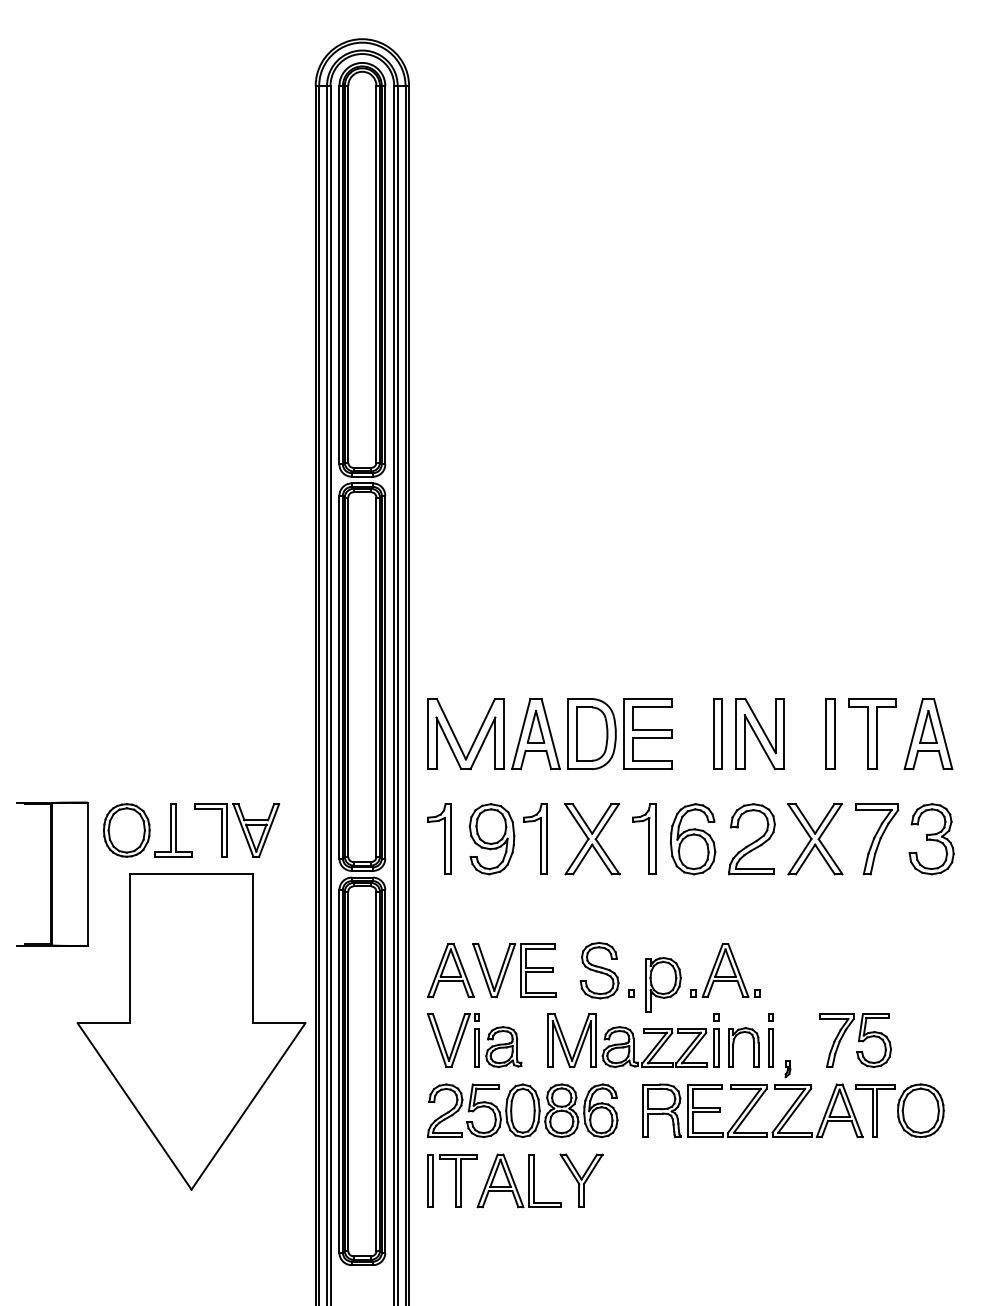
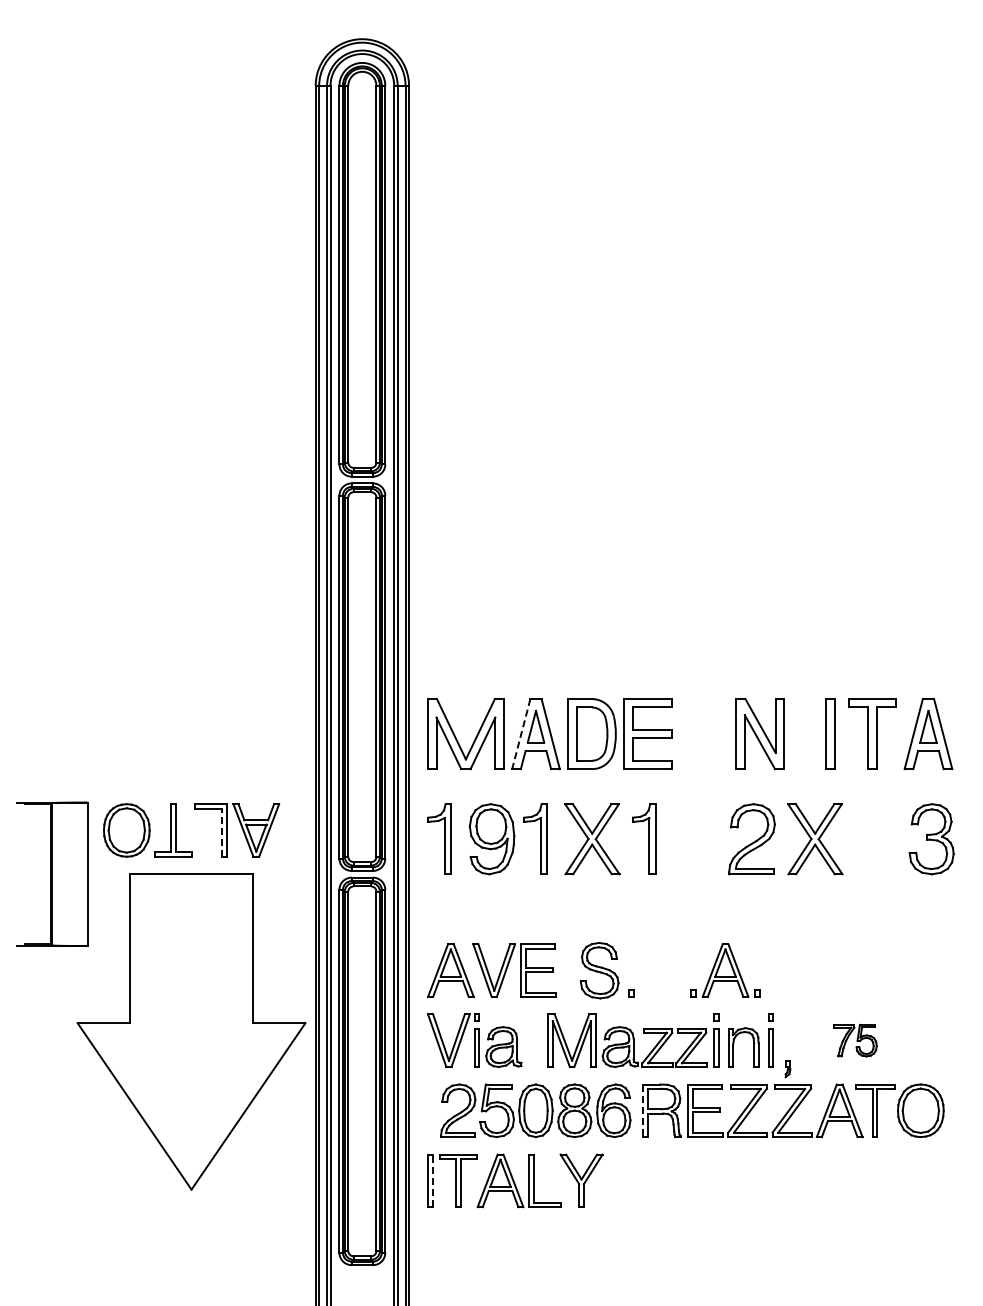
part at (717, 733): present -> none
line at (521, 734): solid -> dashed
line at (221, 832): solid -> dashed
part at (692, 839): present -> none
part at (877, 839): present -> none
part at (663, 984): present -> none
part at (855, 1040) size: 73x55 px -> 45x35 px
part at (522, 1110) position: (522, 1110) -> (535, 1110)
line at (642, 1111): solid -> dashed
line at (432, 1180): solid -> dashed
